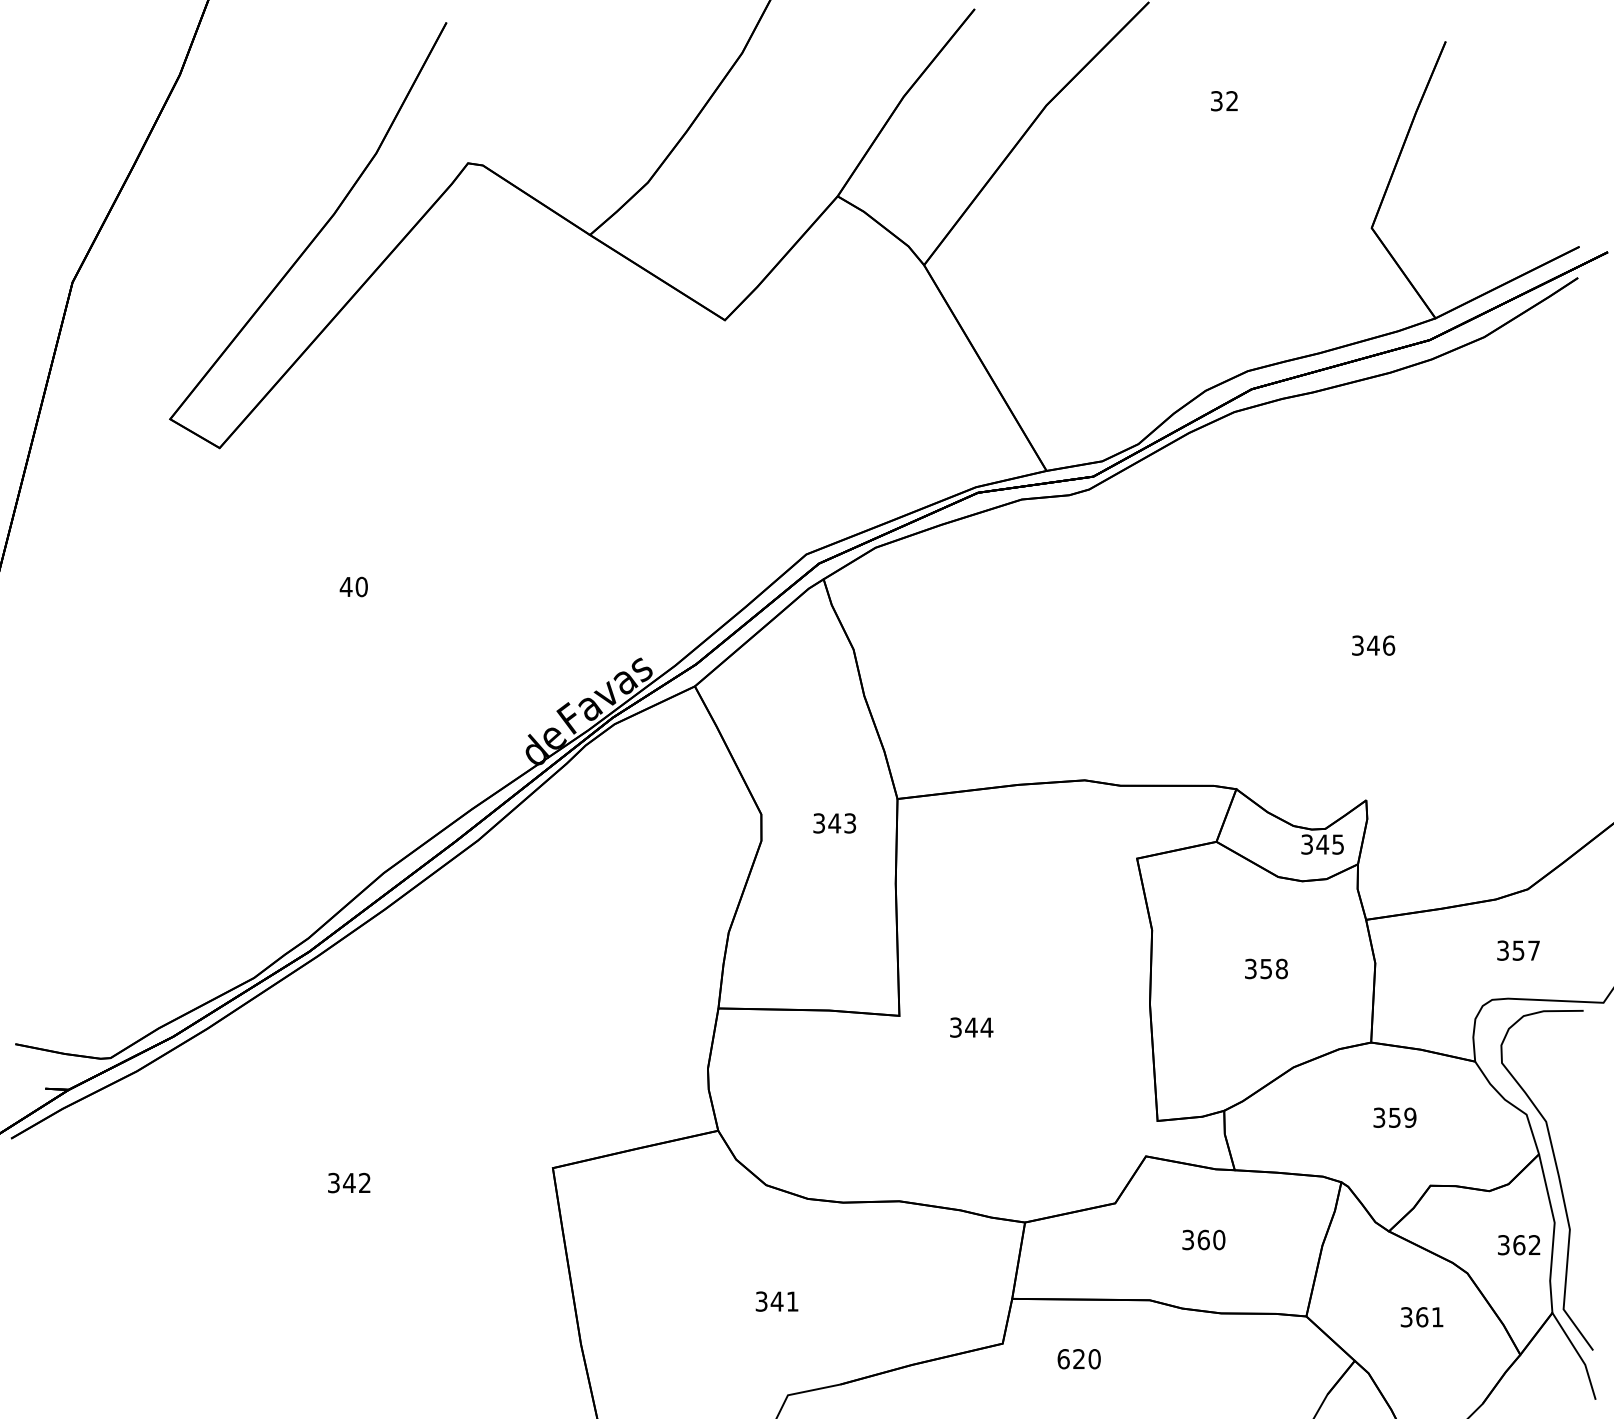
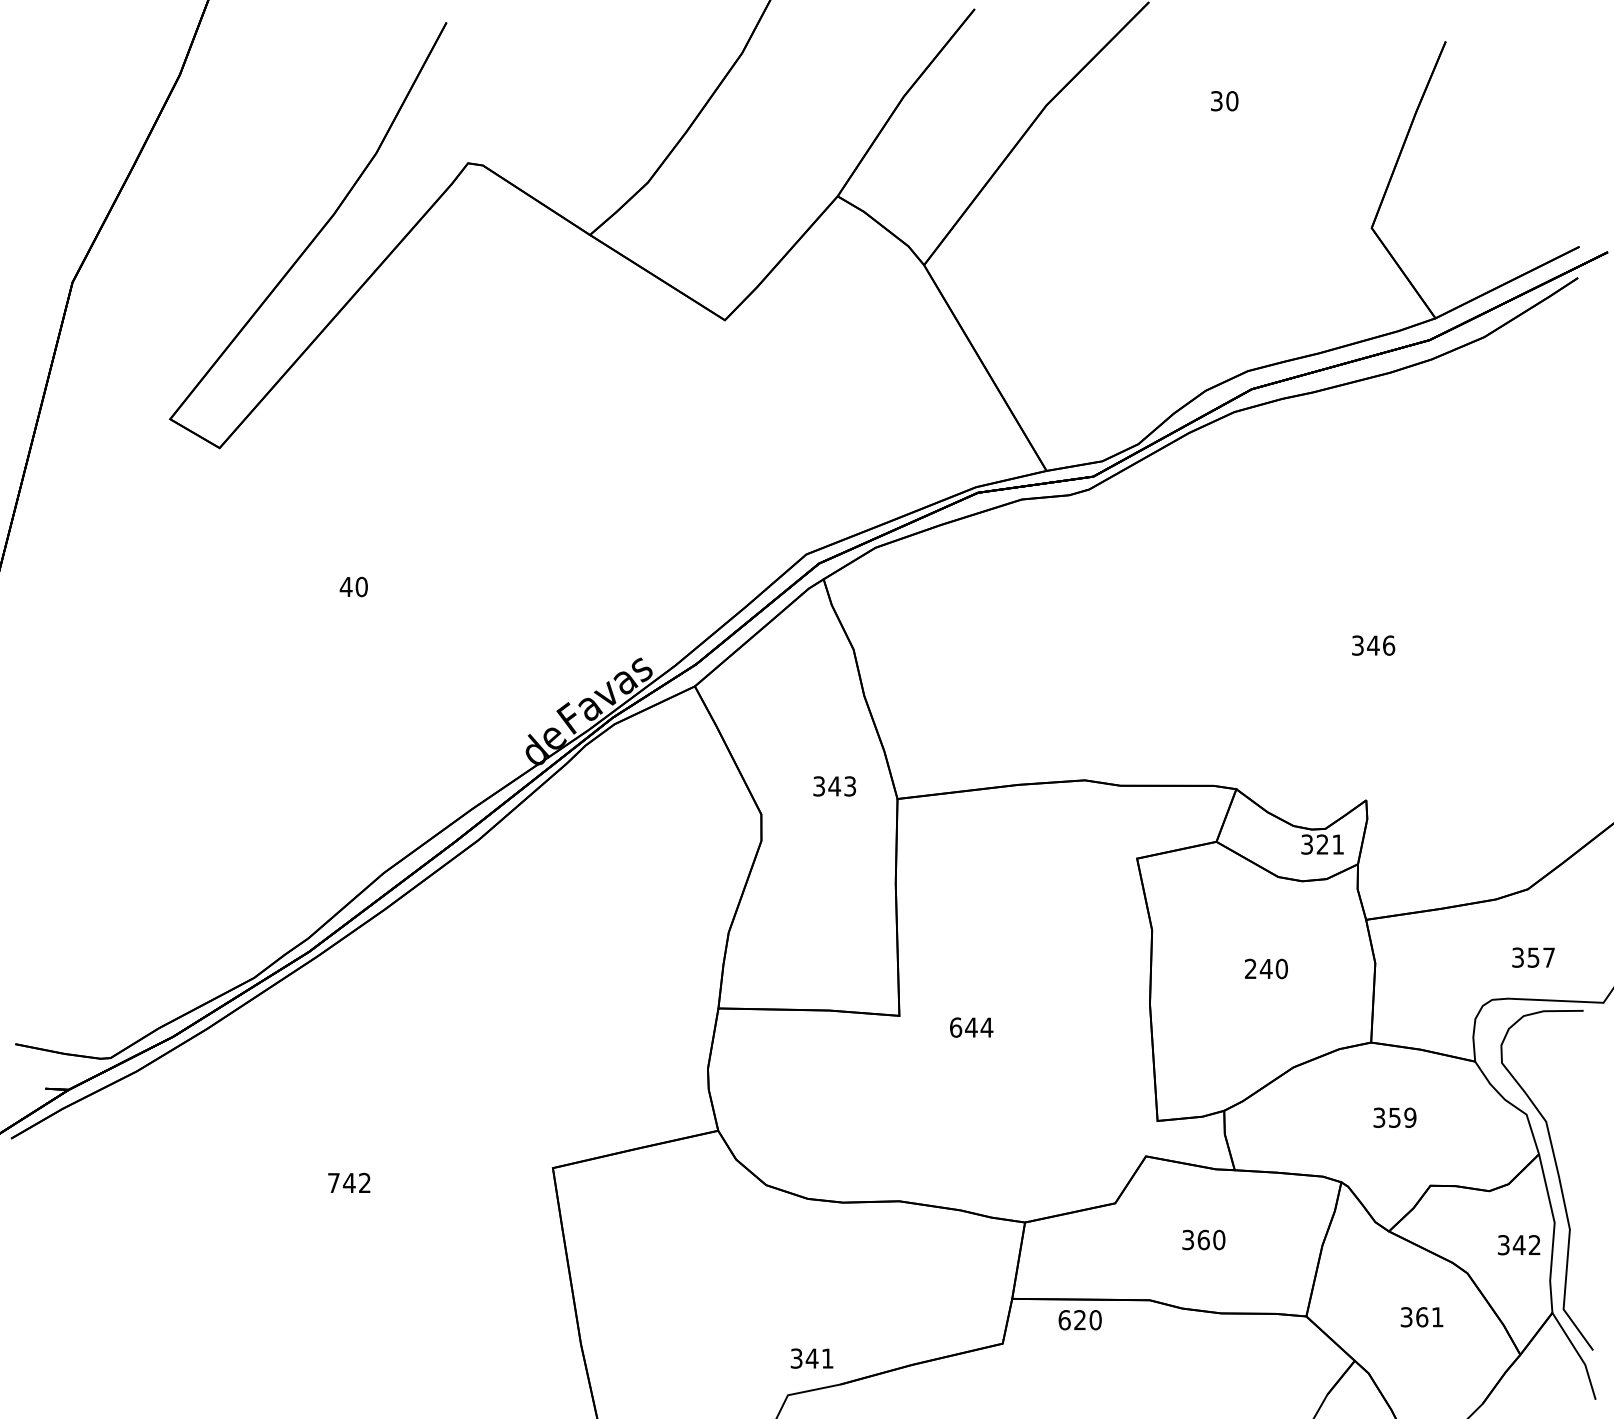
text at (1232, 101): 32 -> 30
text at (834, 823) position: (834, 823) -> (834, 786)
text at (1329, 844): 345 -> 321
text at (1518, 950) position: (1518, 950) -> (1533, 957)
text at (1266, 969): 358 -> 240
text at (956, 1027): 344 -> 644
text at (333, 1182): 342 -> 742
text at (1518, 1245): 362 -> 342
text at (776, 1301) position: (776, 1301) -> (811, 1358)
text at (1078, 1359) position: (1078, 1359) -> (1079, 1320)
